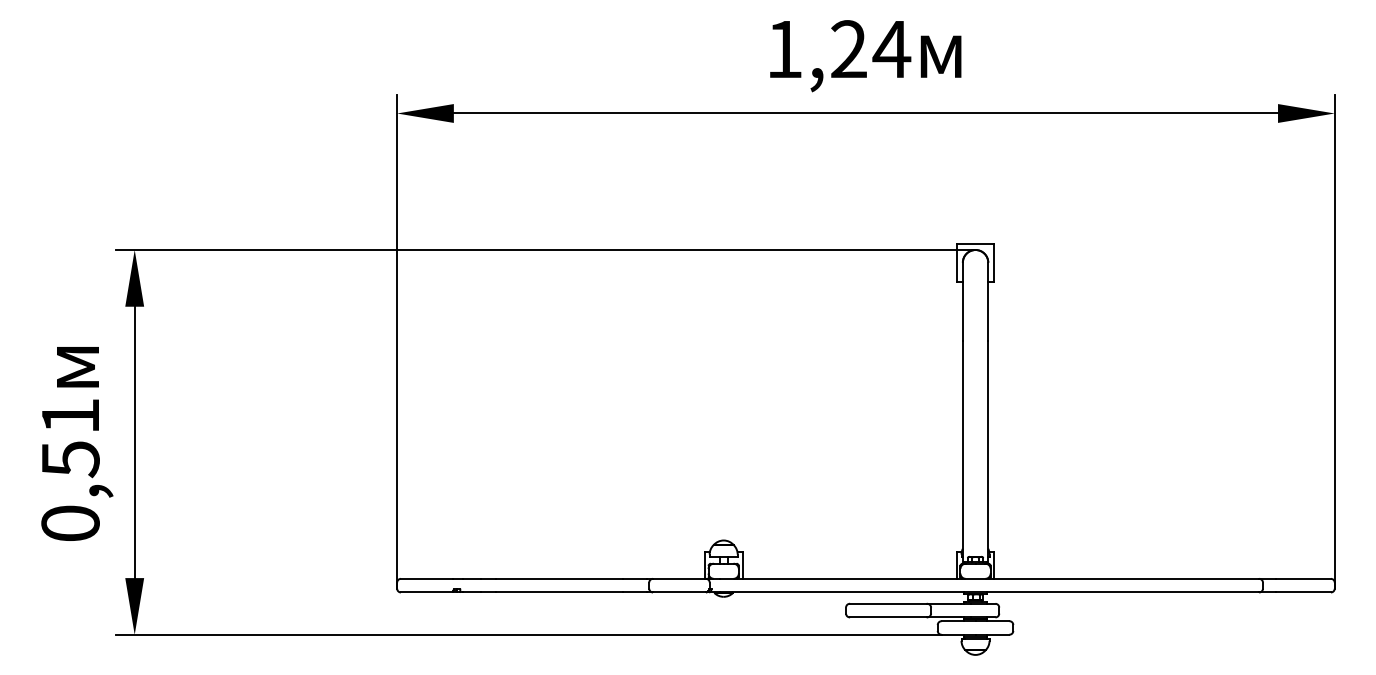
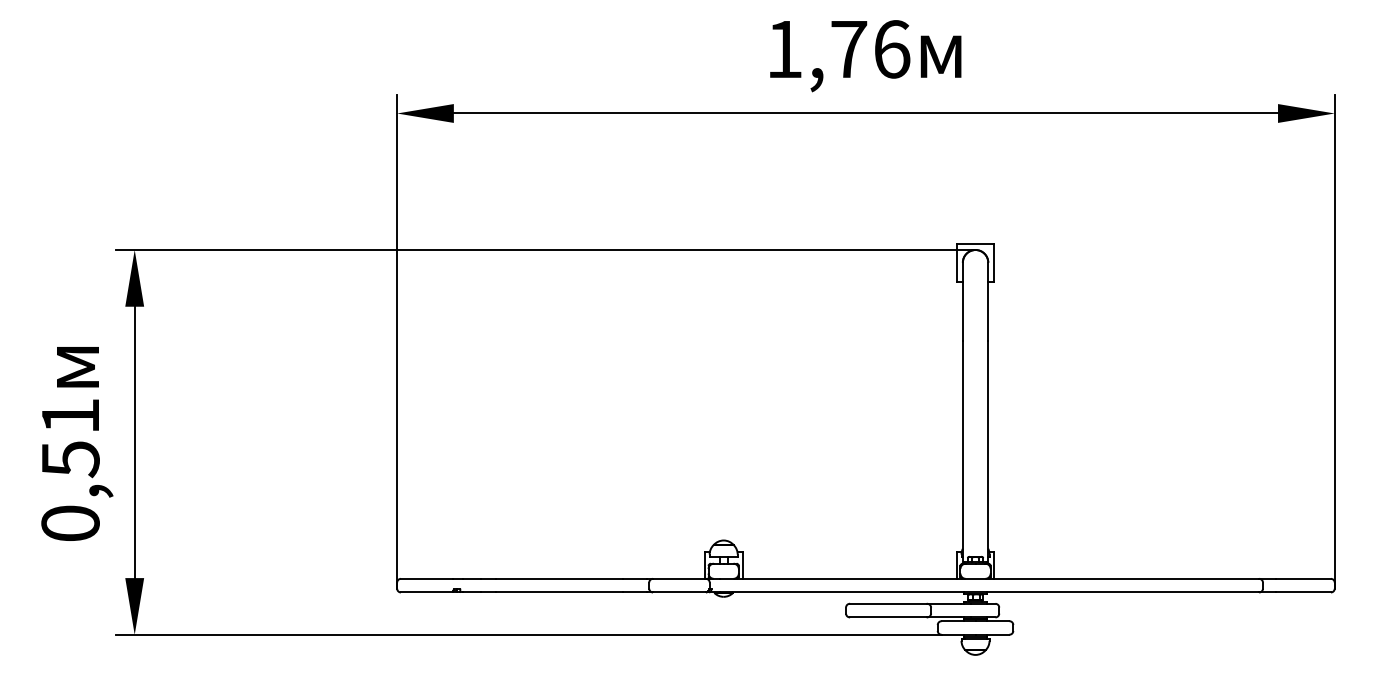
text at (871, 49): 1,24 -> 1,76
